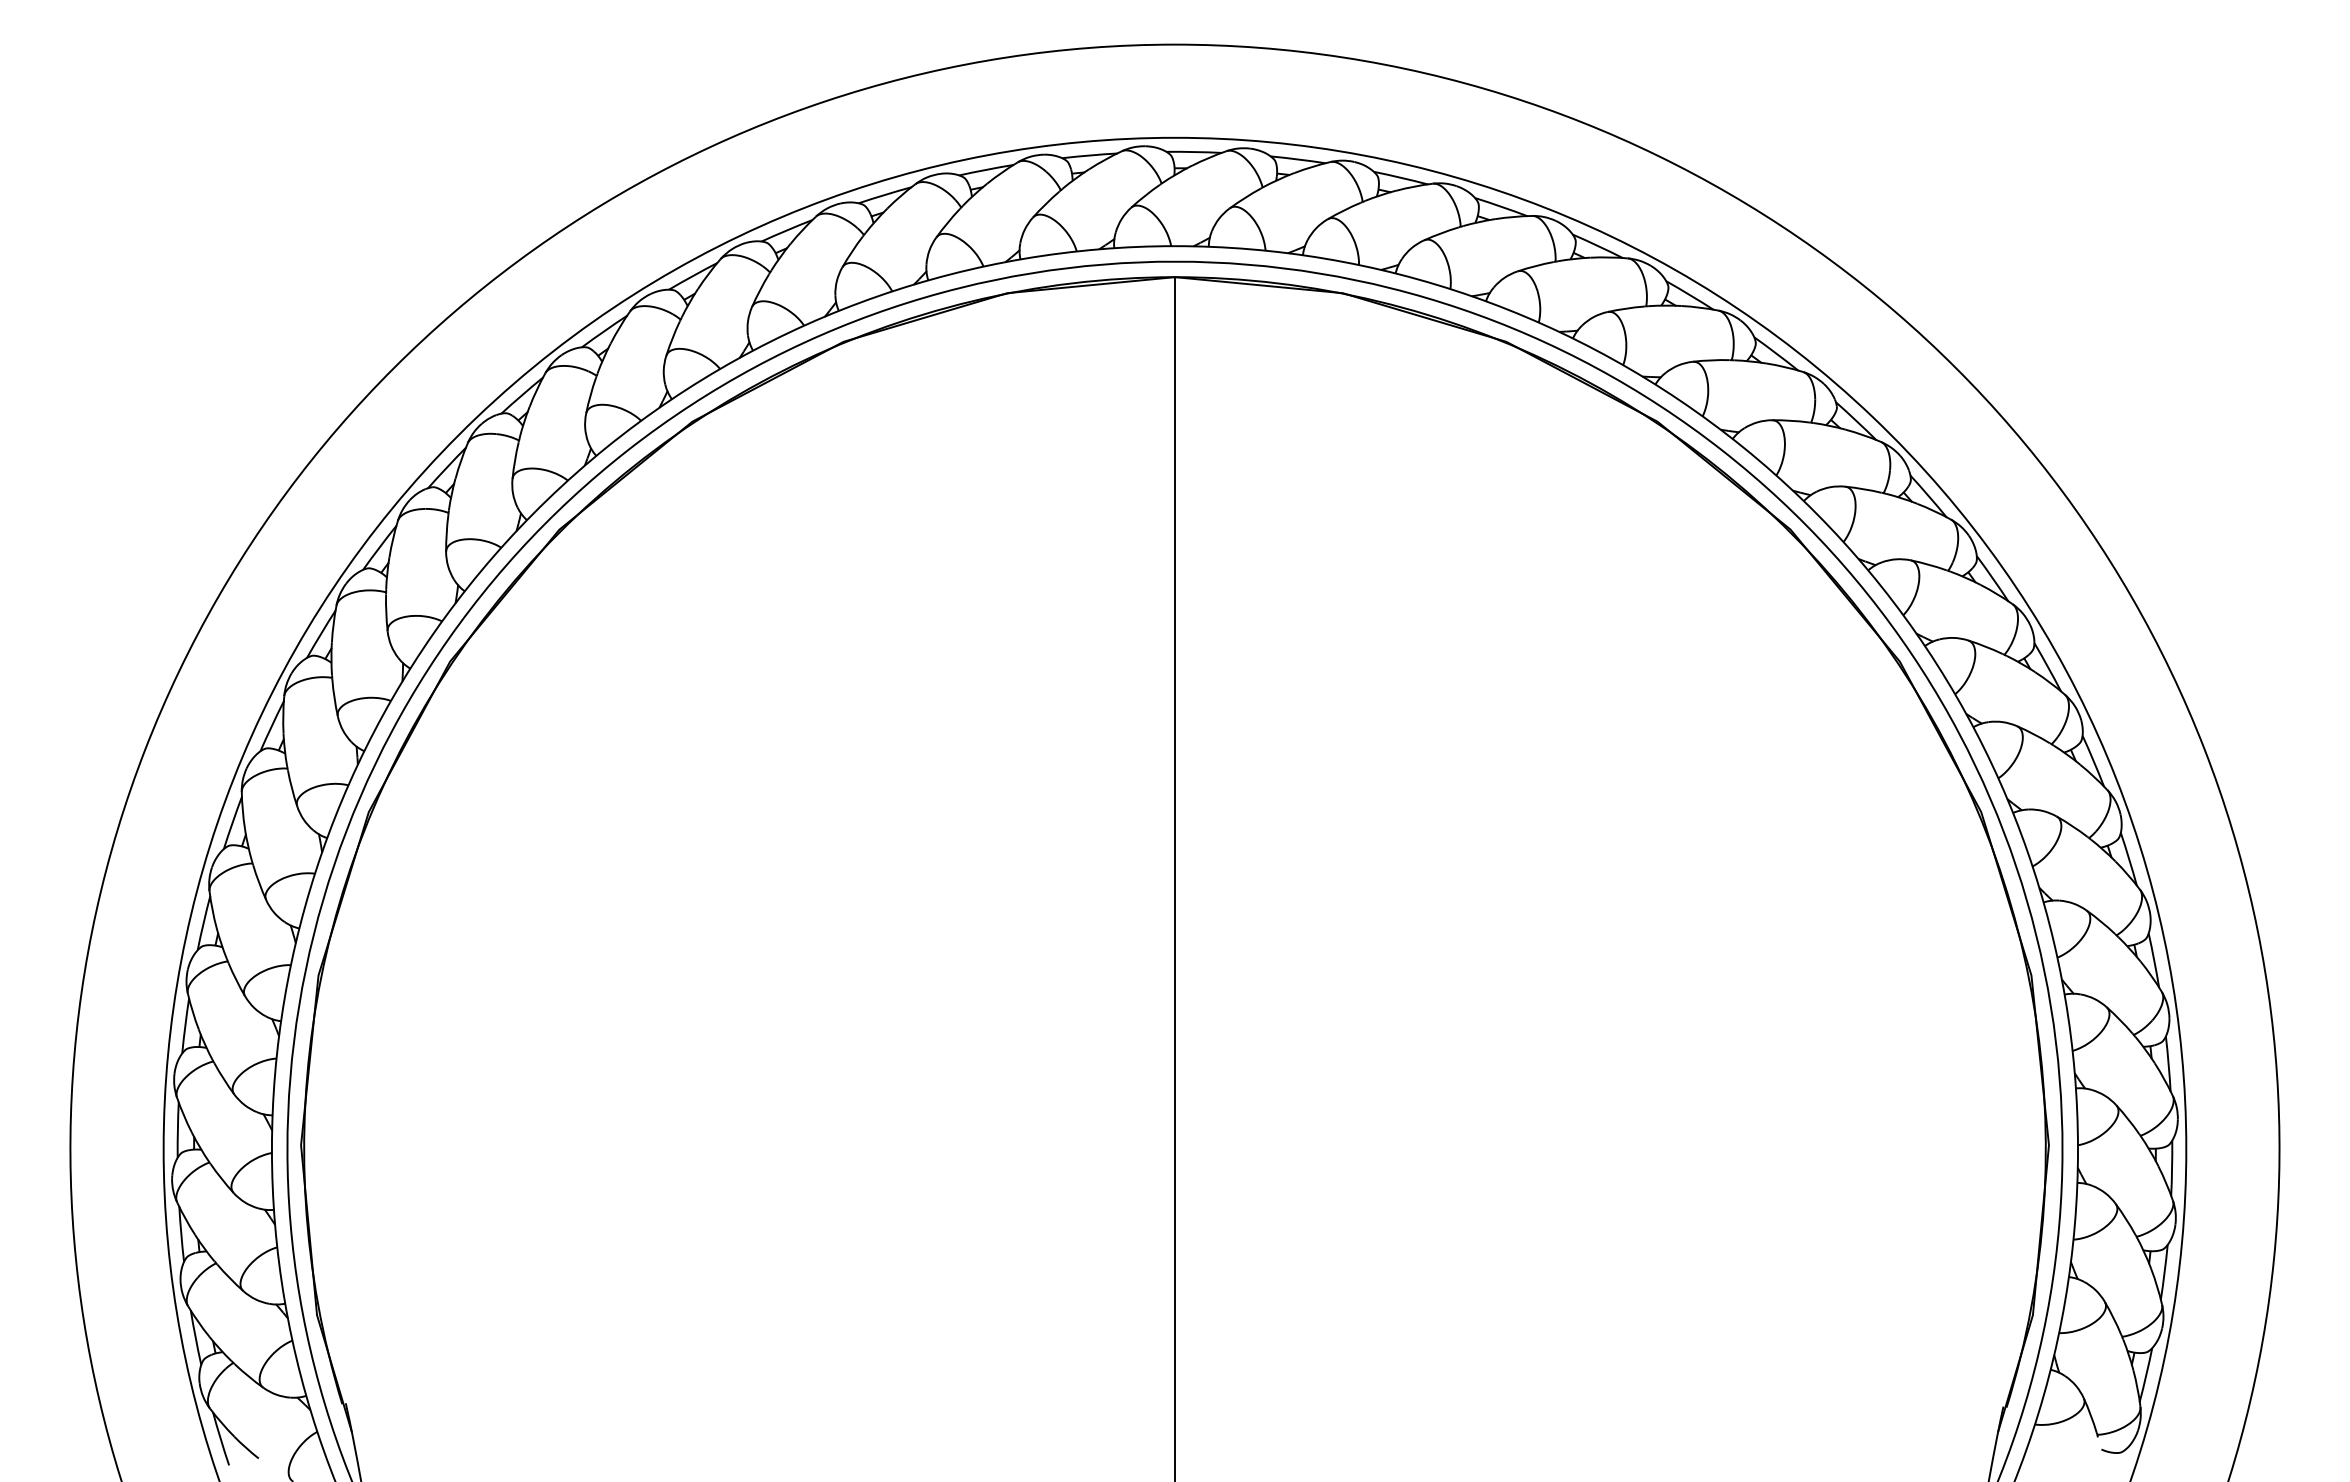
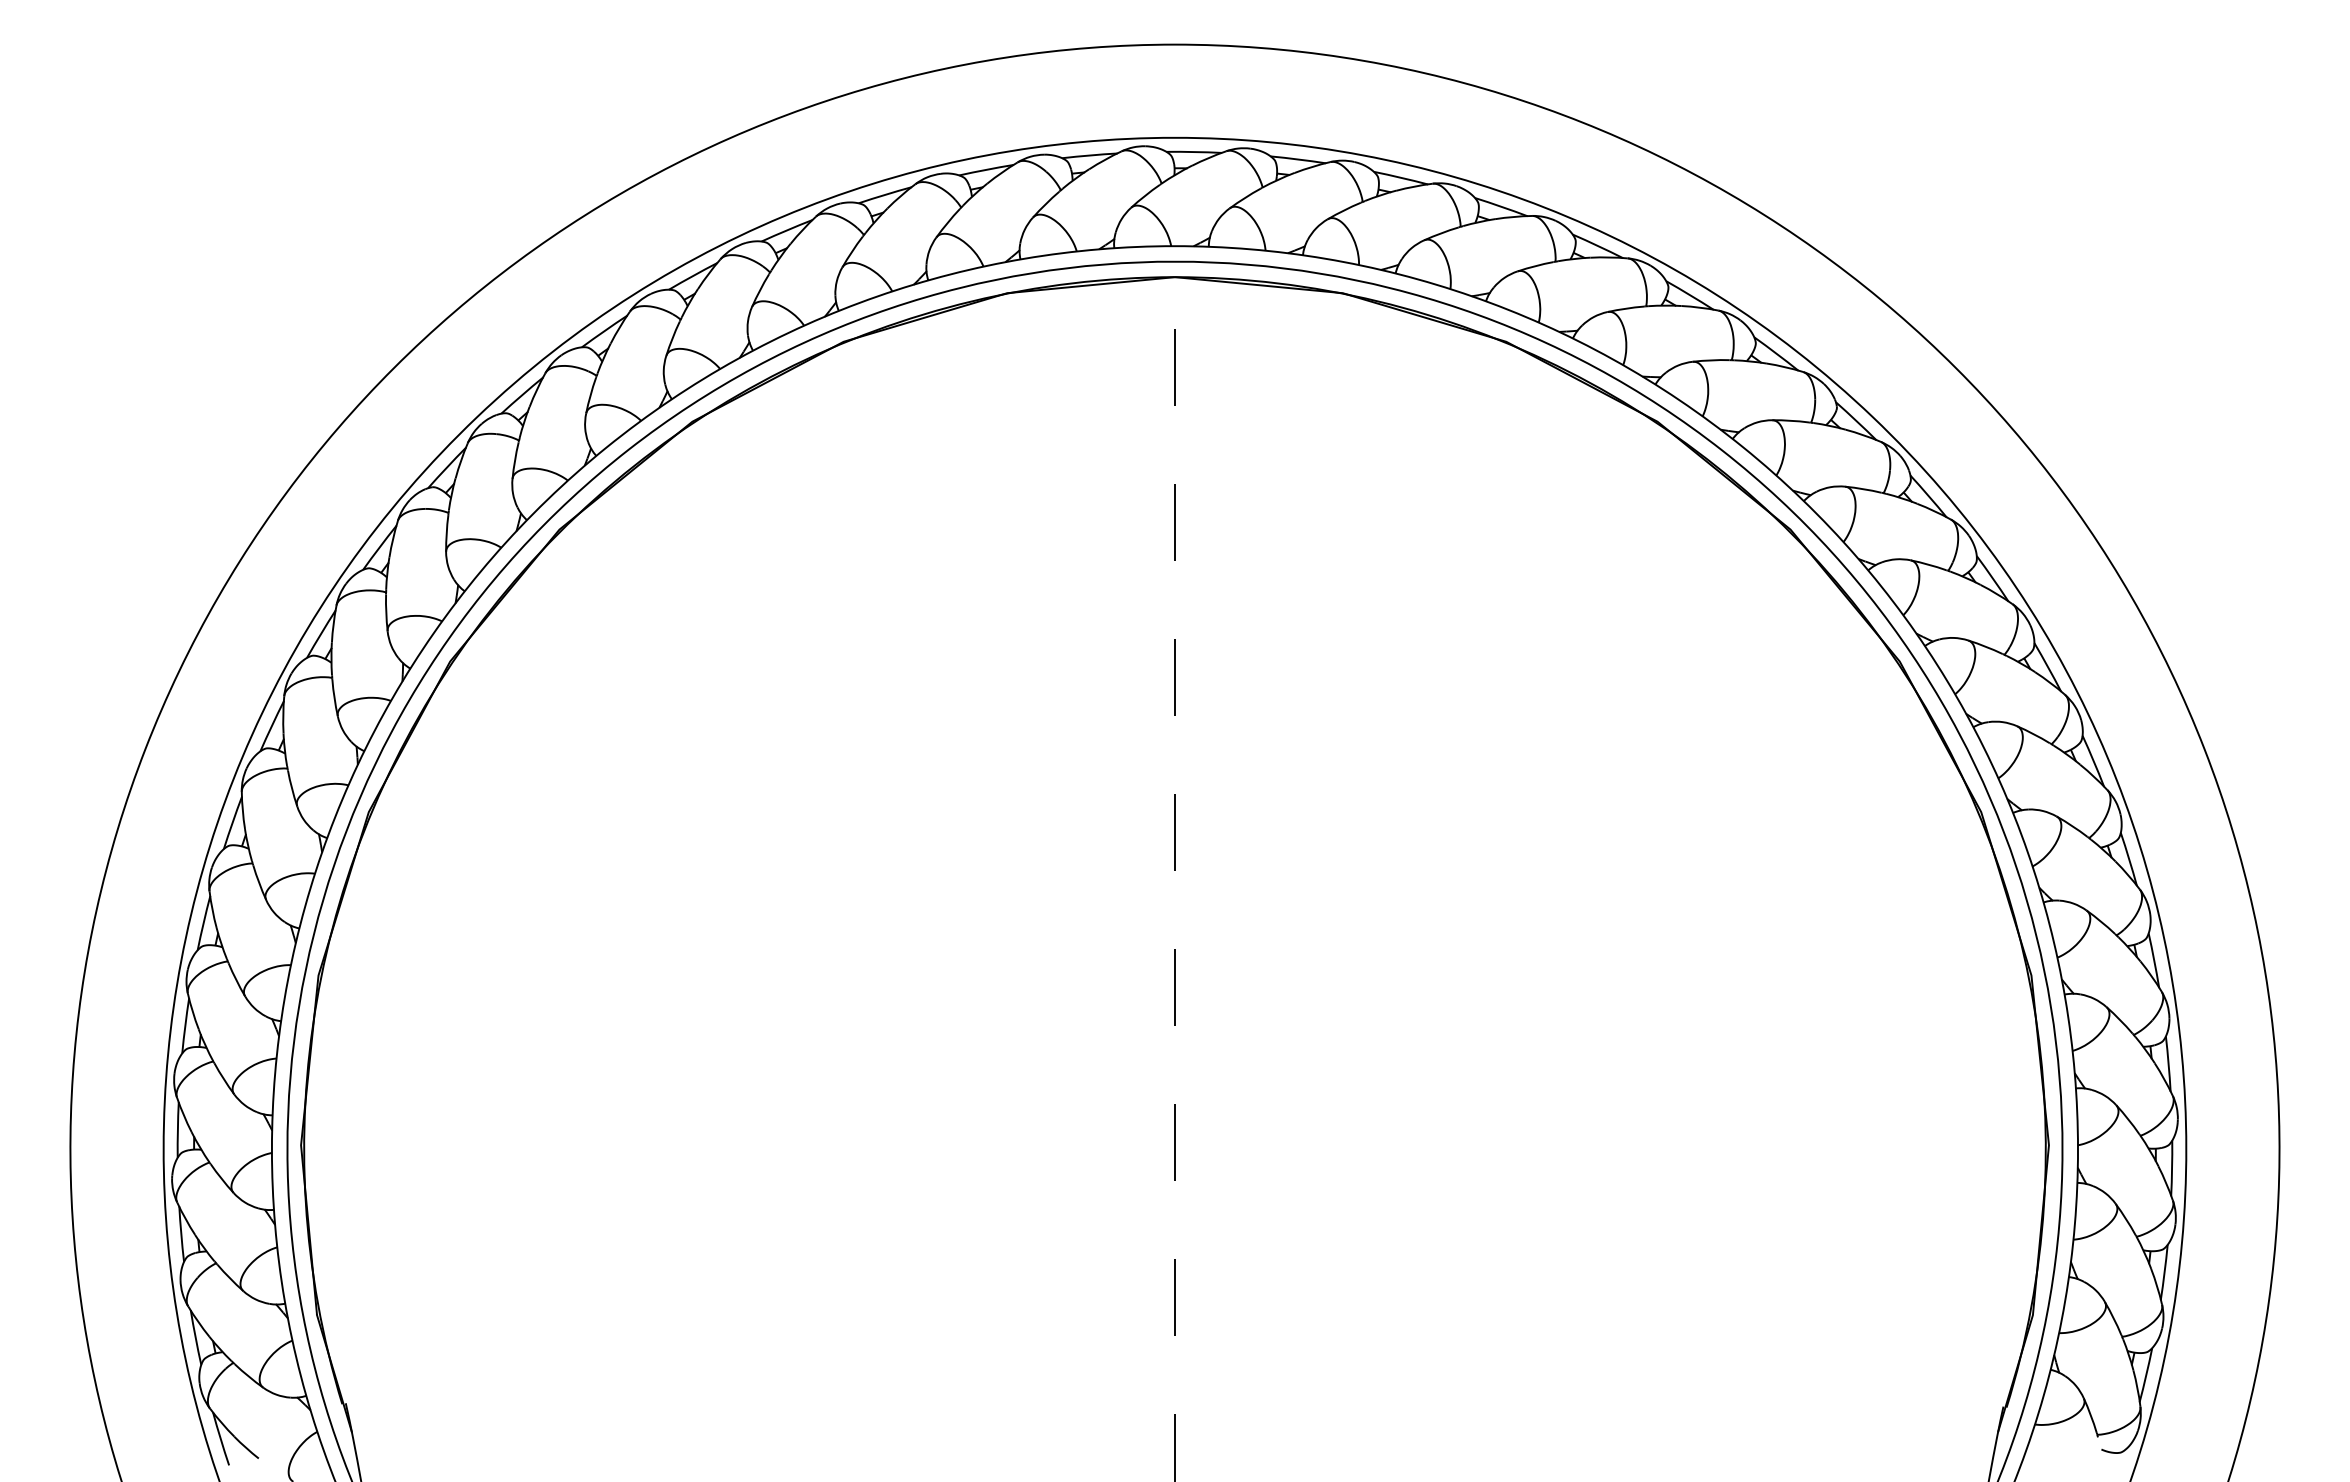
line at (1174, 879): solid -> dashed
